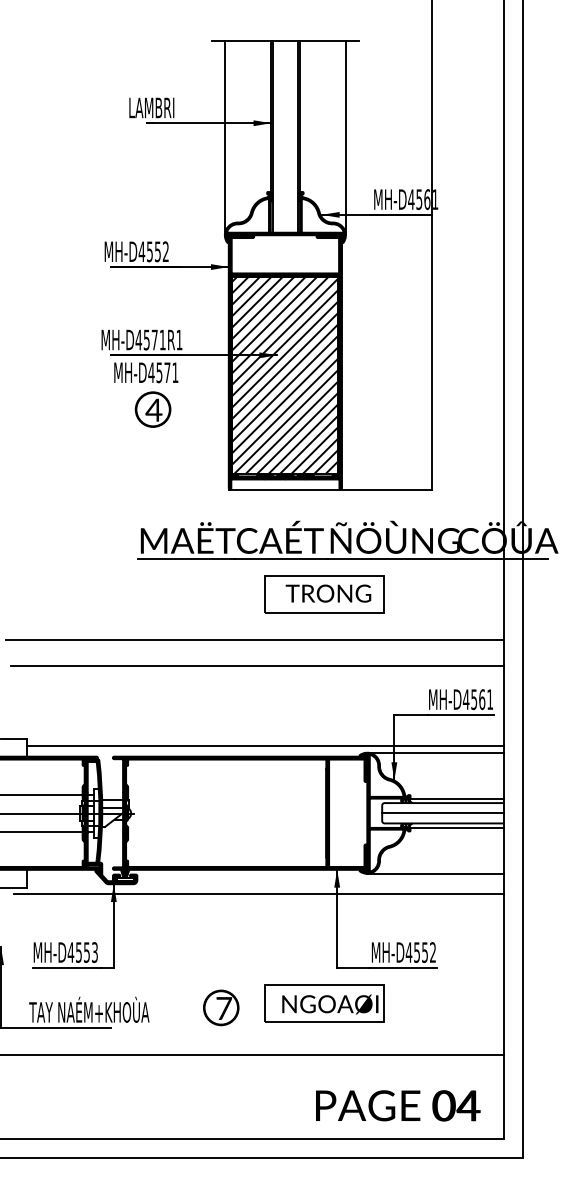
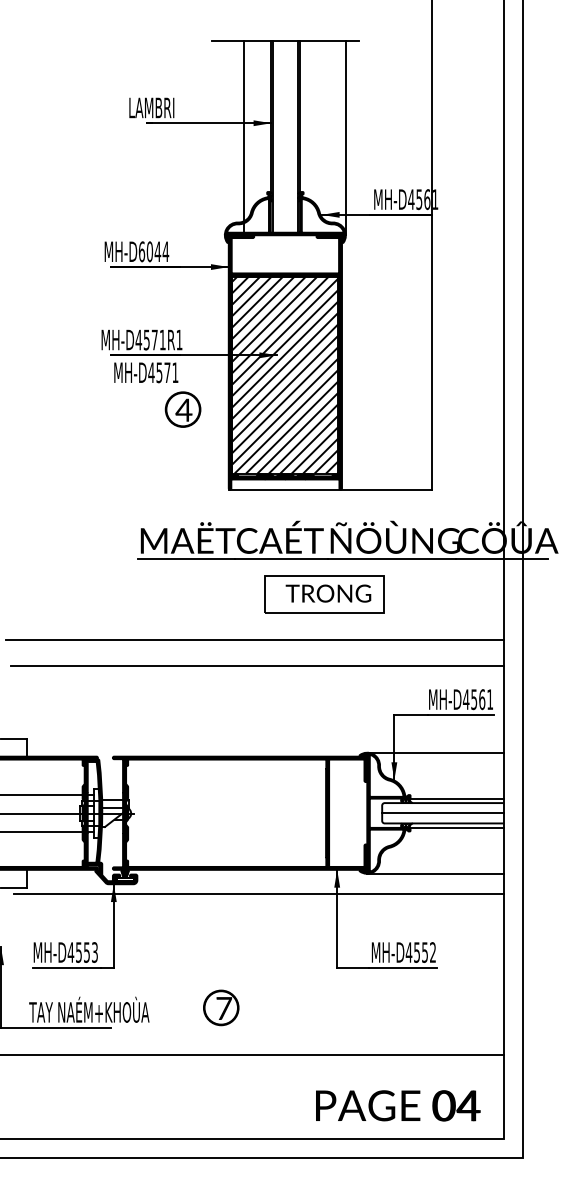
line at (224, 137) position: (224, 137) -> (243, 137)
text at (153, 251): MH-D4552 -> MH-D6044
part at (152, 409) position: (152, 409) -> (182, 409)
line at (264, 746): present -> none
part at (324, 1003): present -> none
